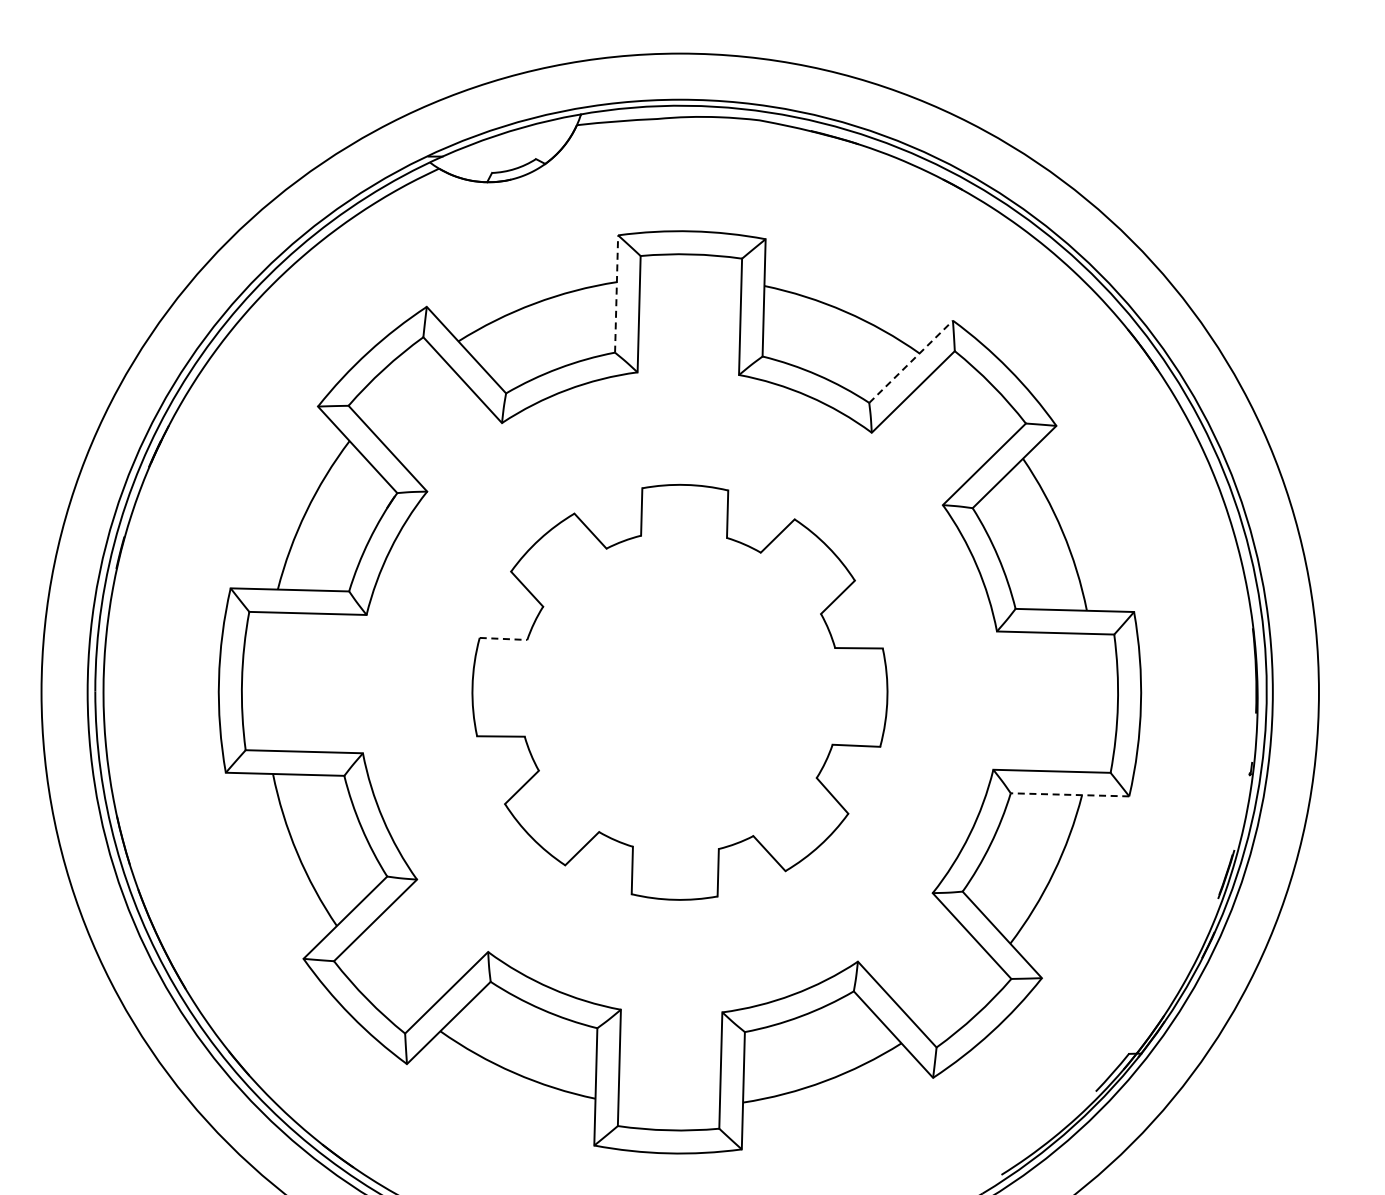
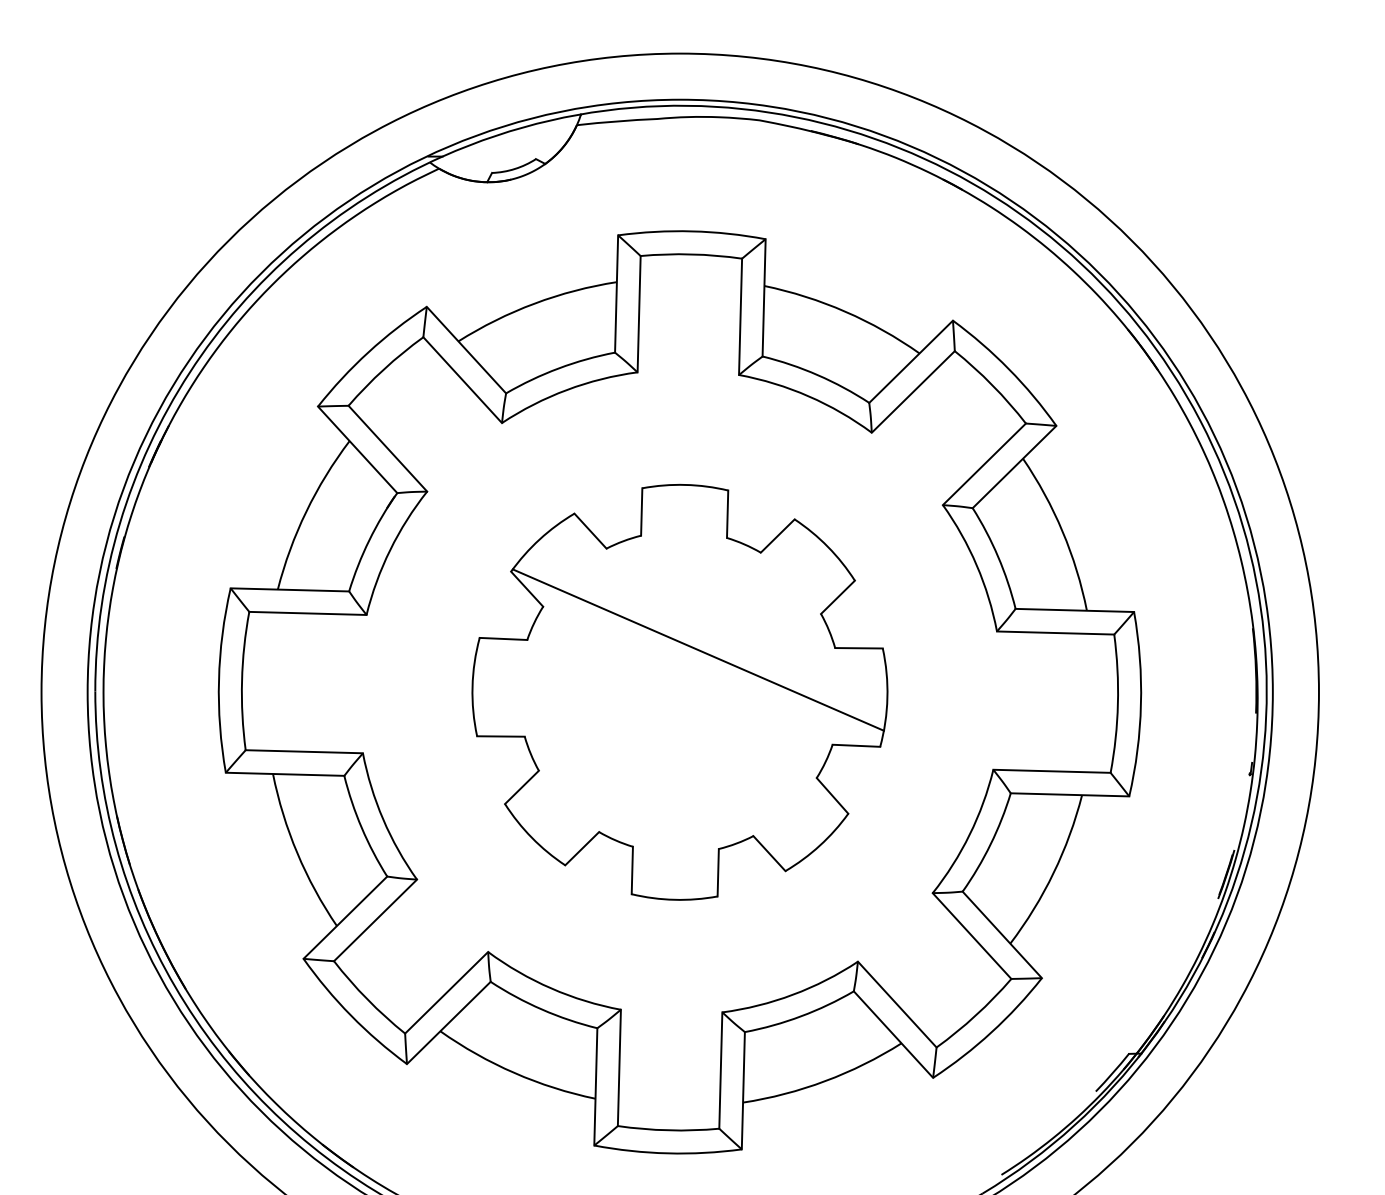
line at (616, 294): dashed -> solid
line at (911, 361): dashed -> solid
line at (503, 638): dashed -> solid
line at (697, 649): none -> present
line at (1069, 794): dashed -> solid
